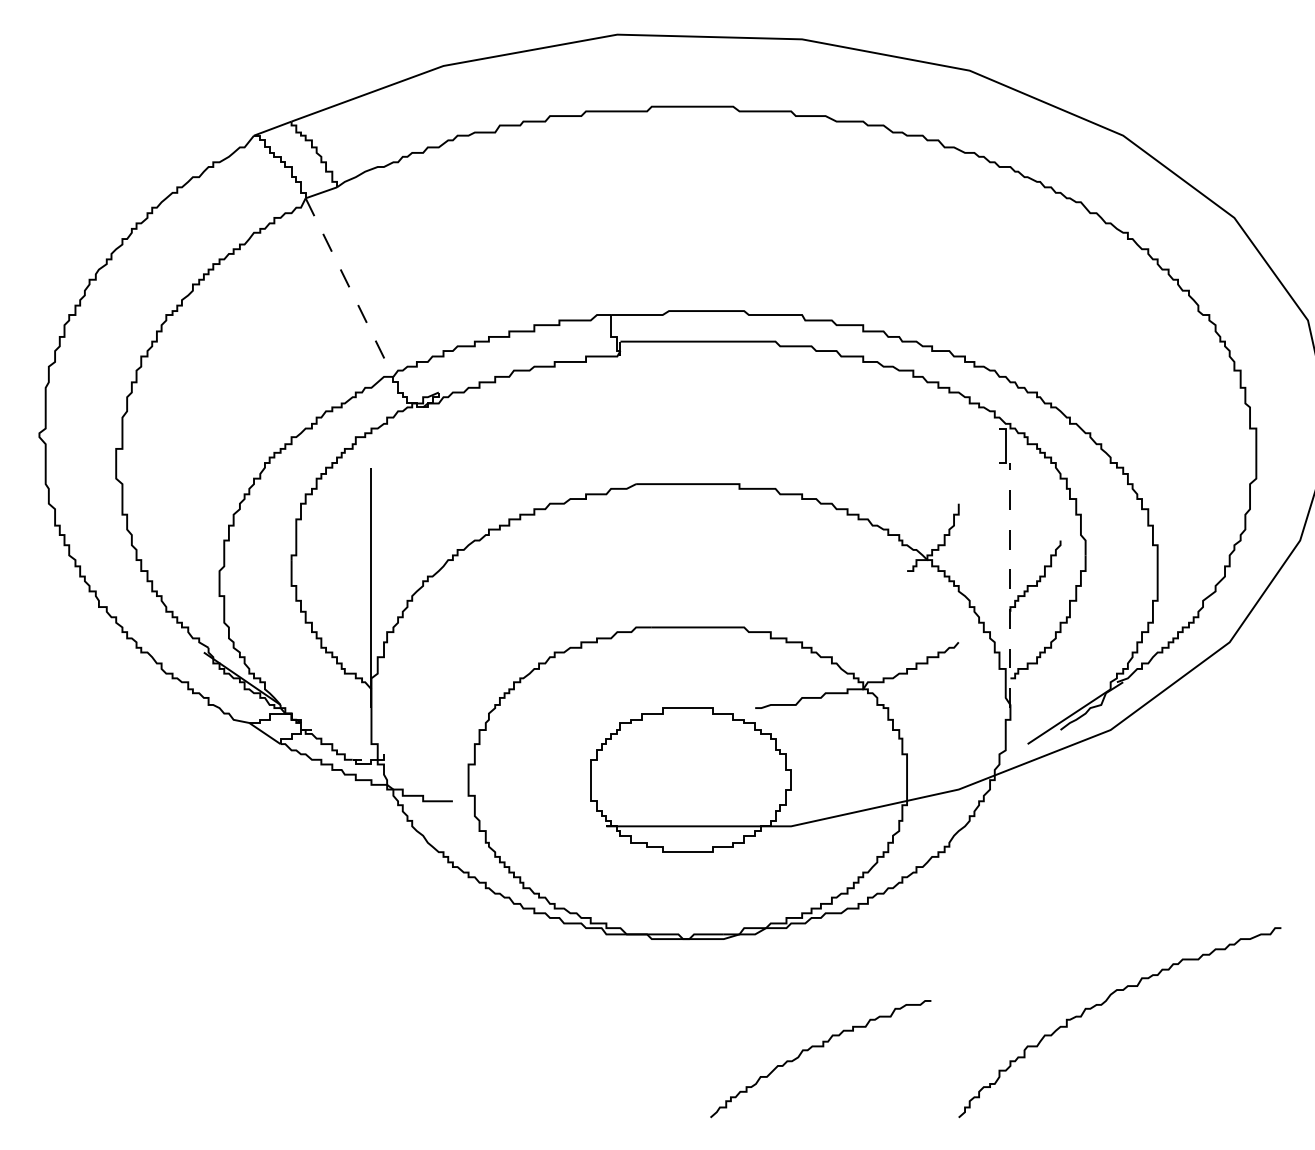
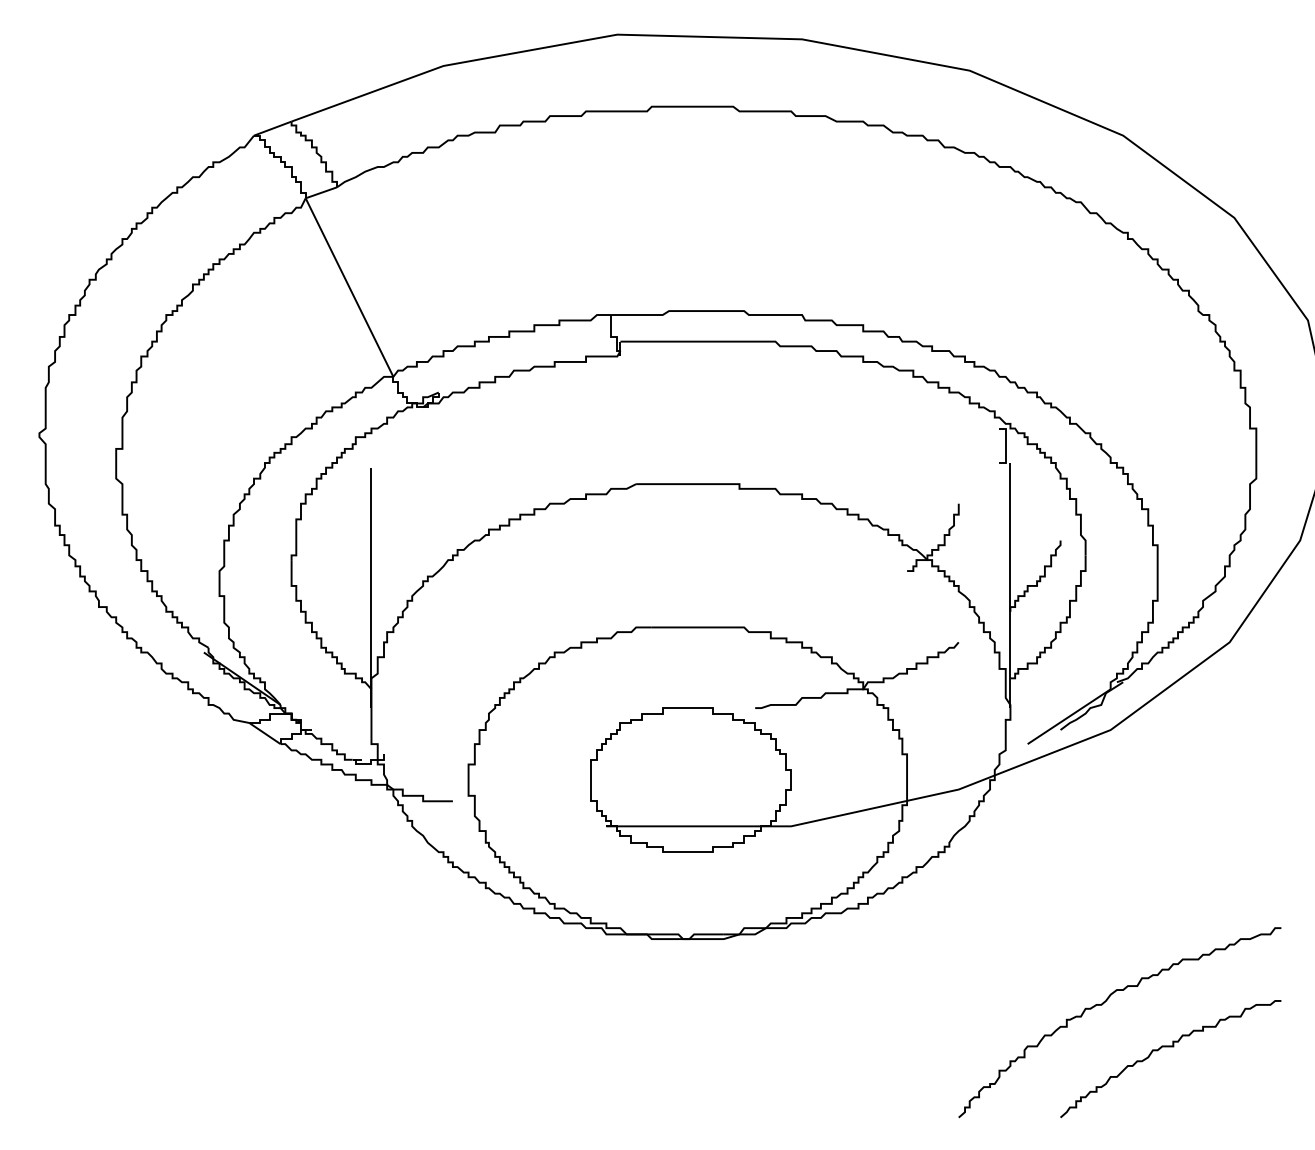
line at (349, 288): dashed -> solid
line at (1010, 585): dashed -> solid
curve at (820, 1047) position: (820, 1047) -> (1170, 1047)
